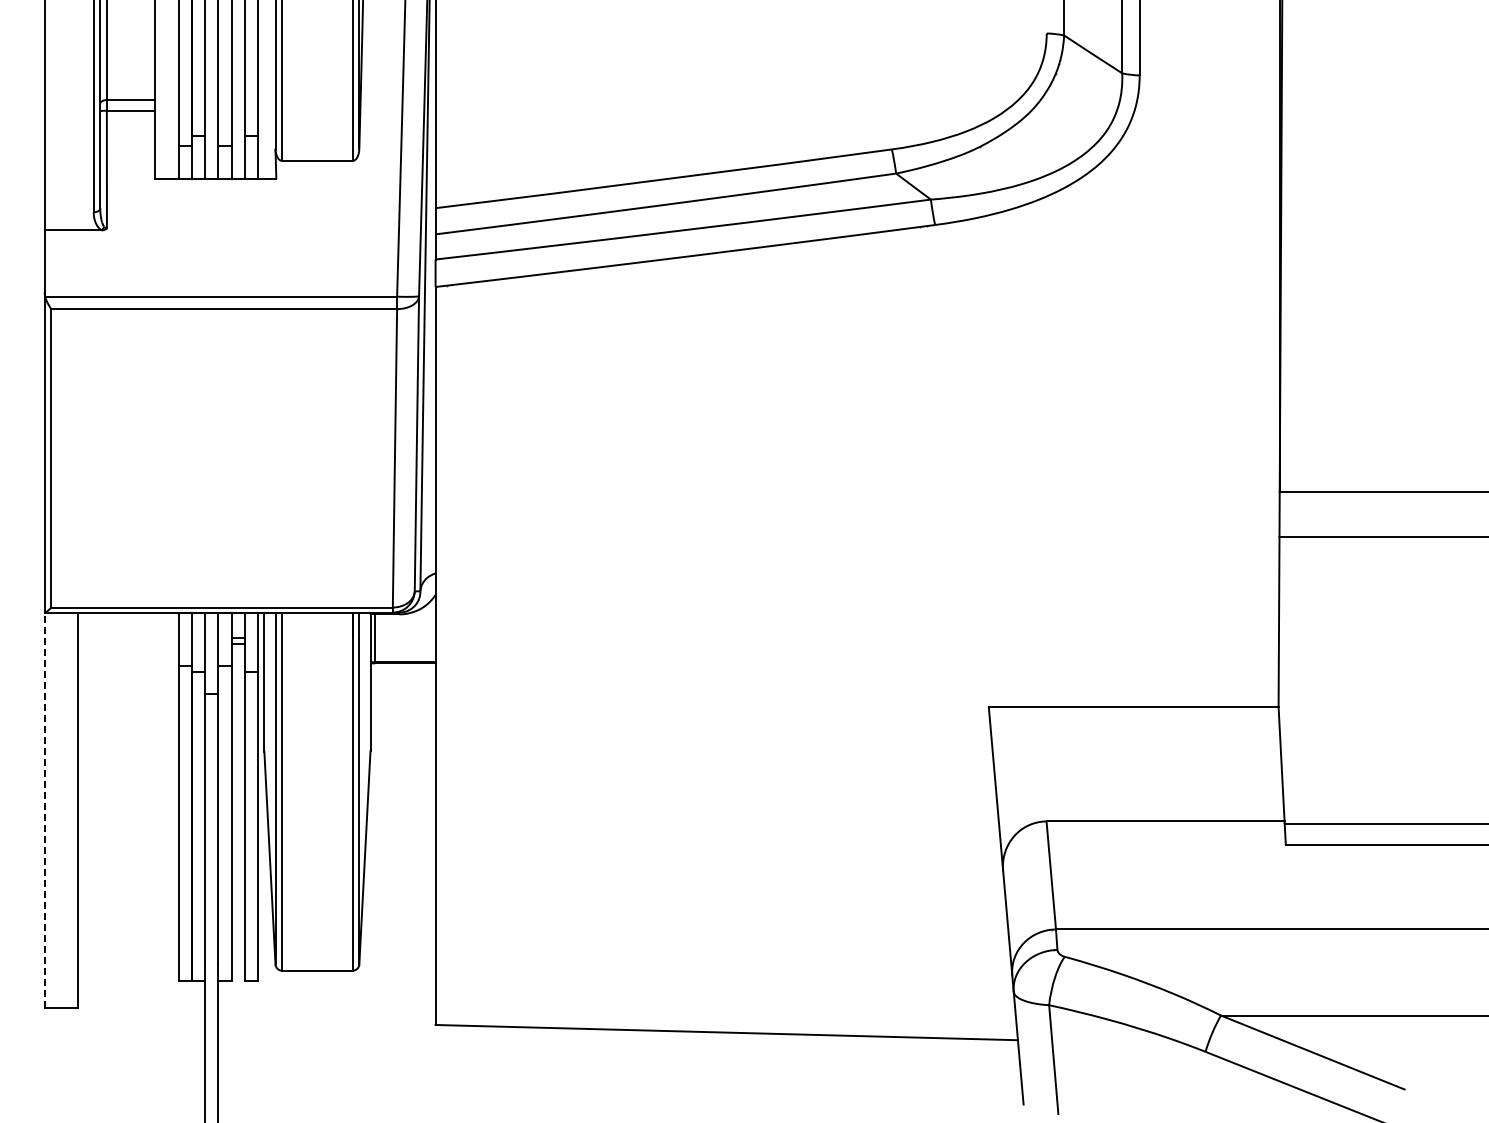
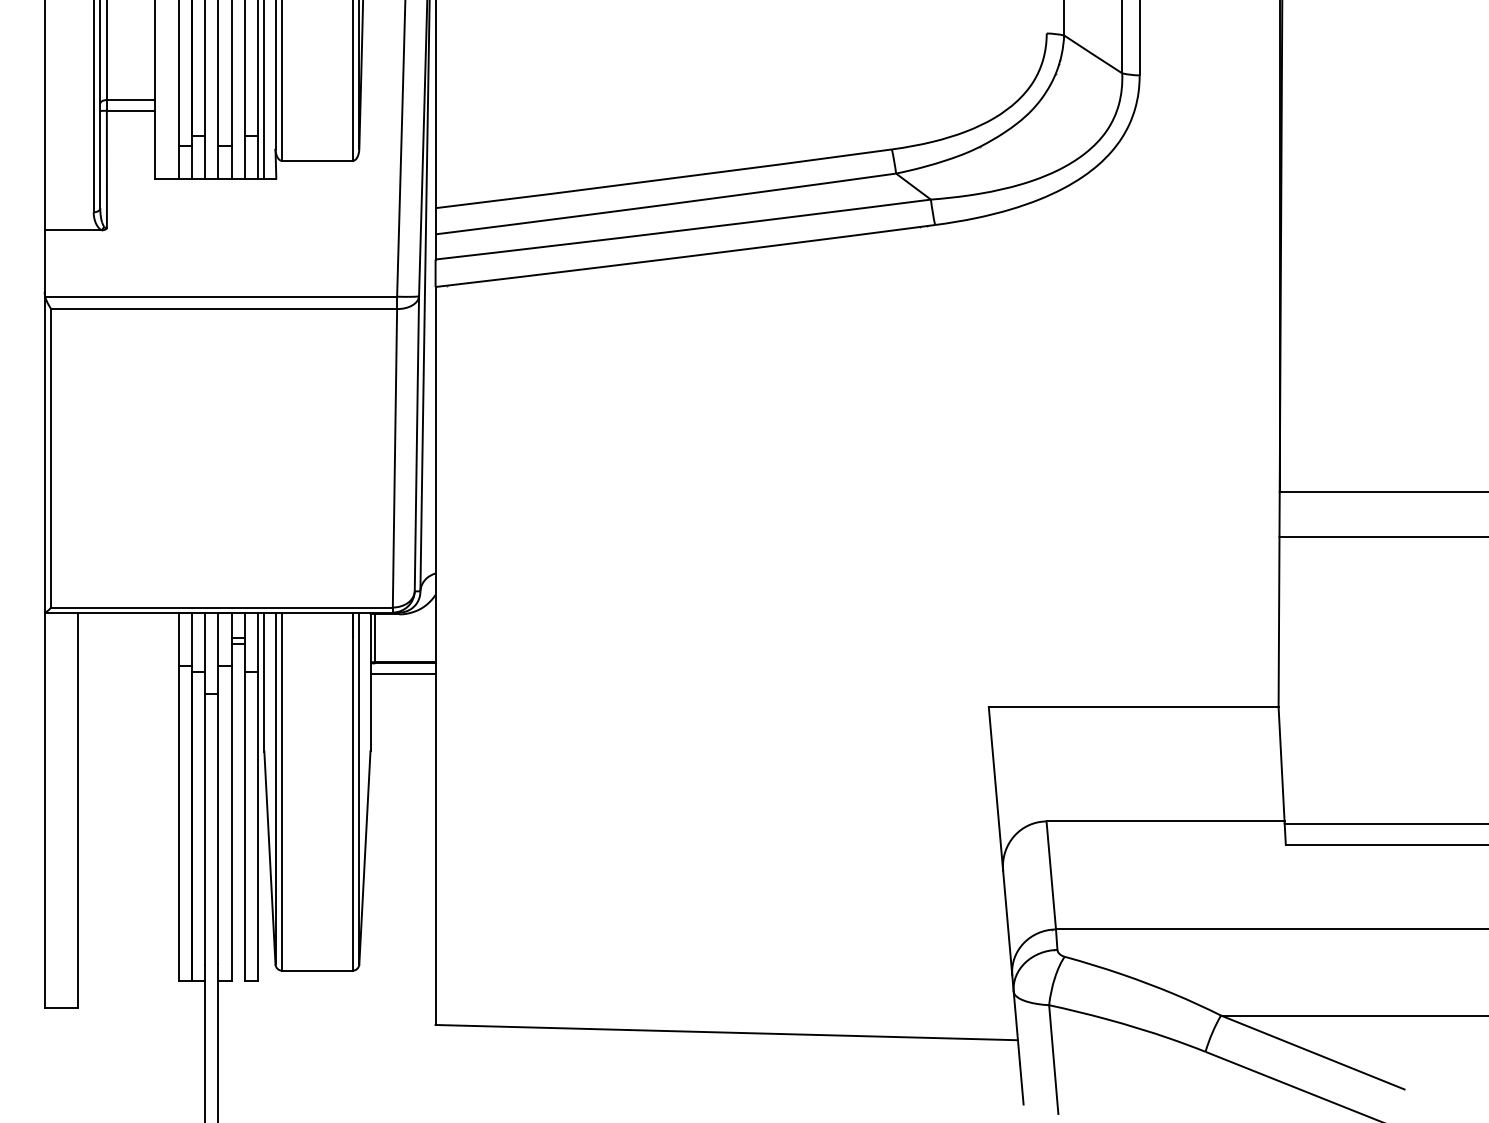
line at (264, 90): none -> present
line at (402, 674): none -> present
line at (44, 810): dashed -> solid
